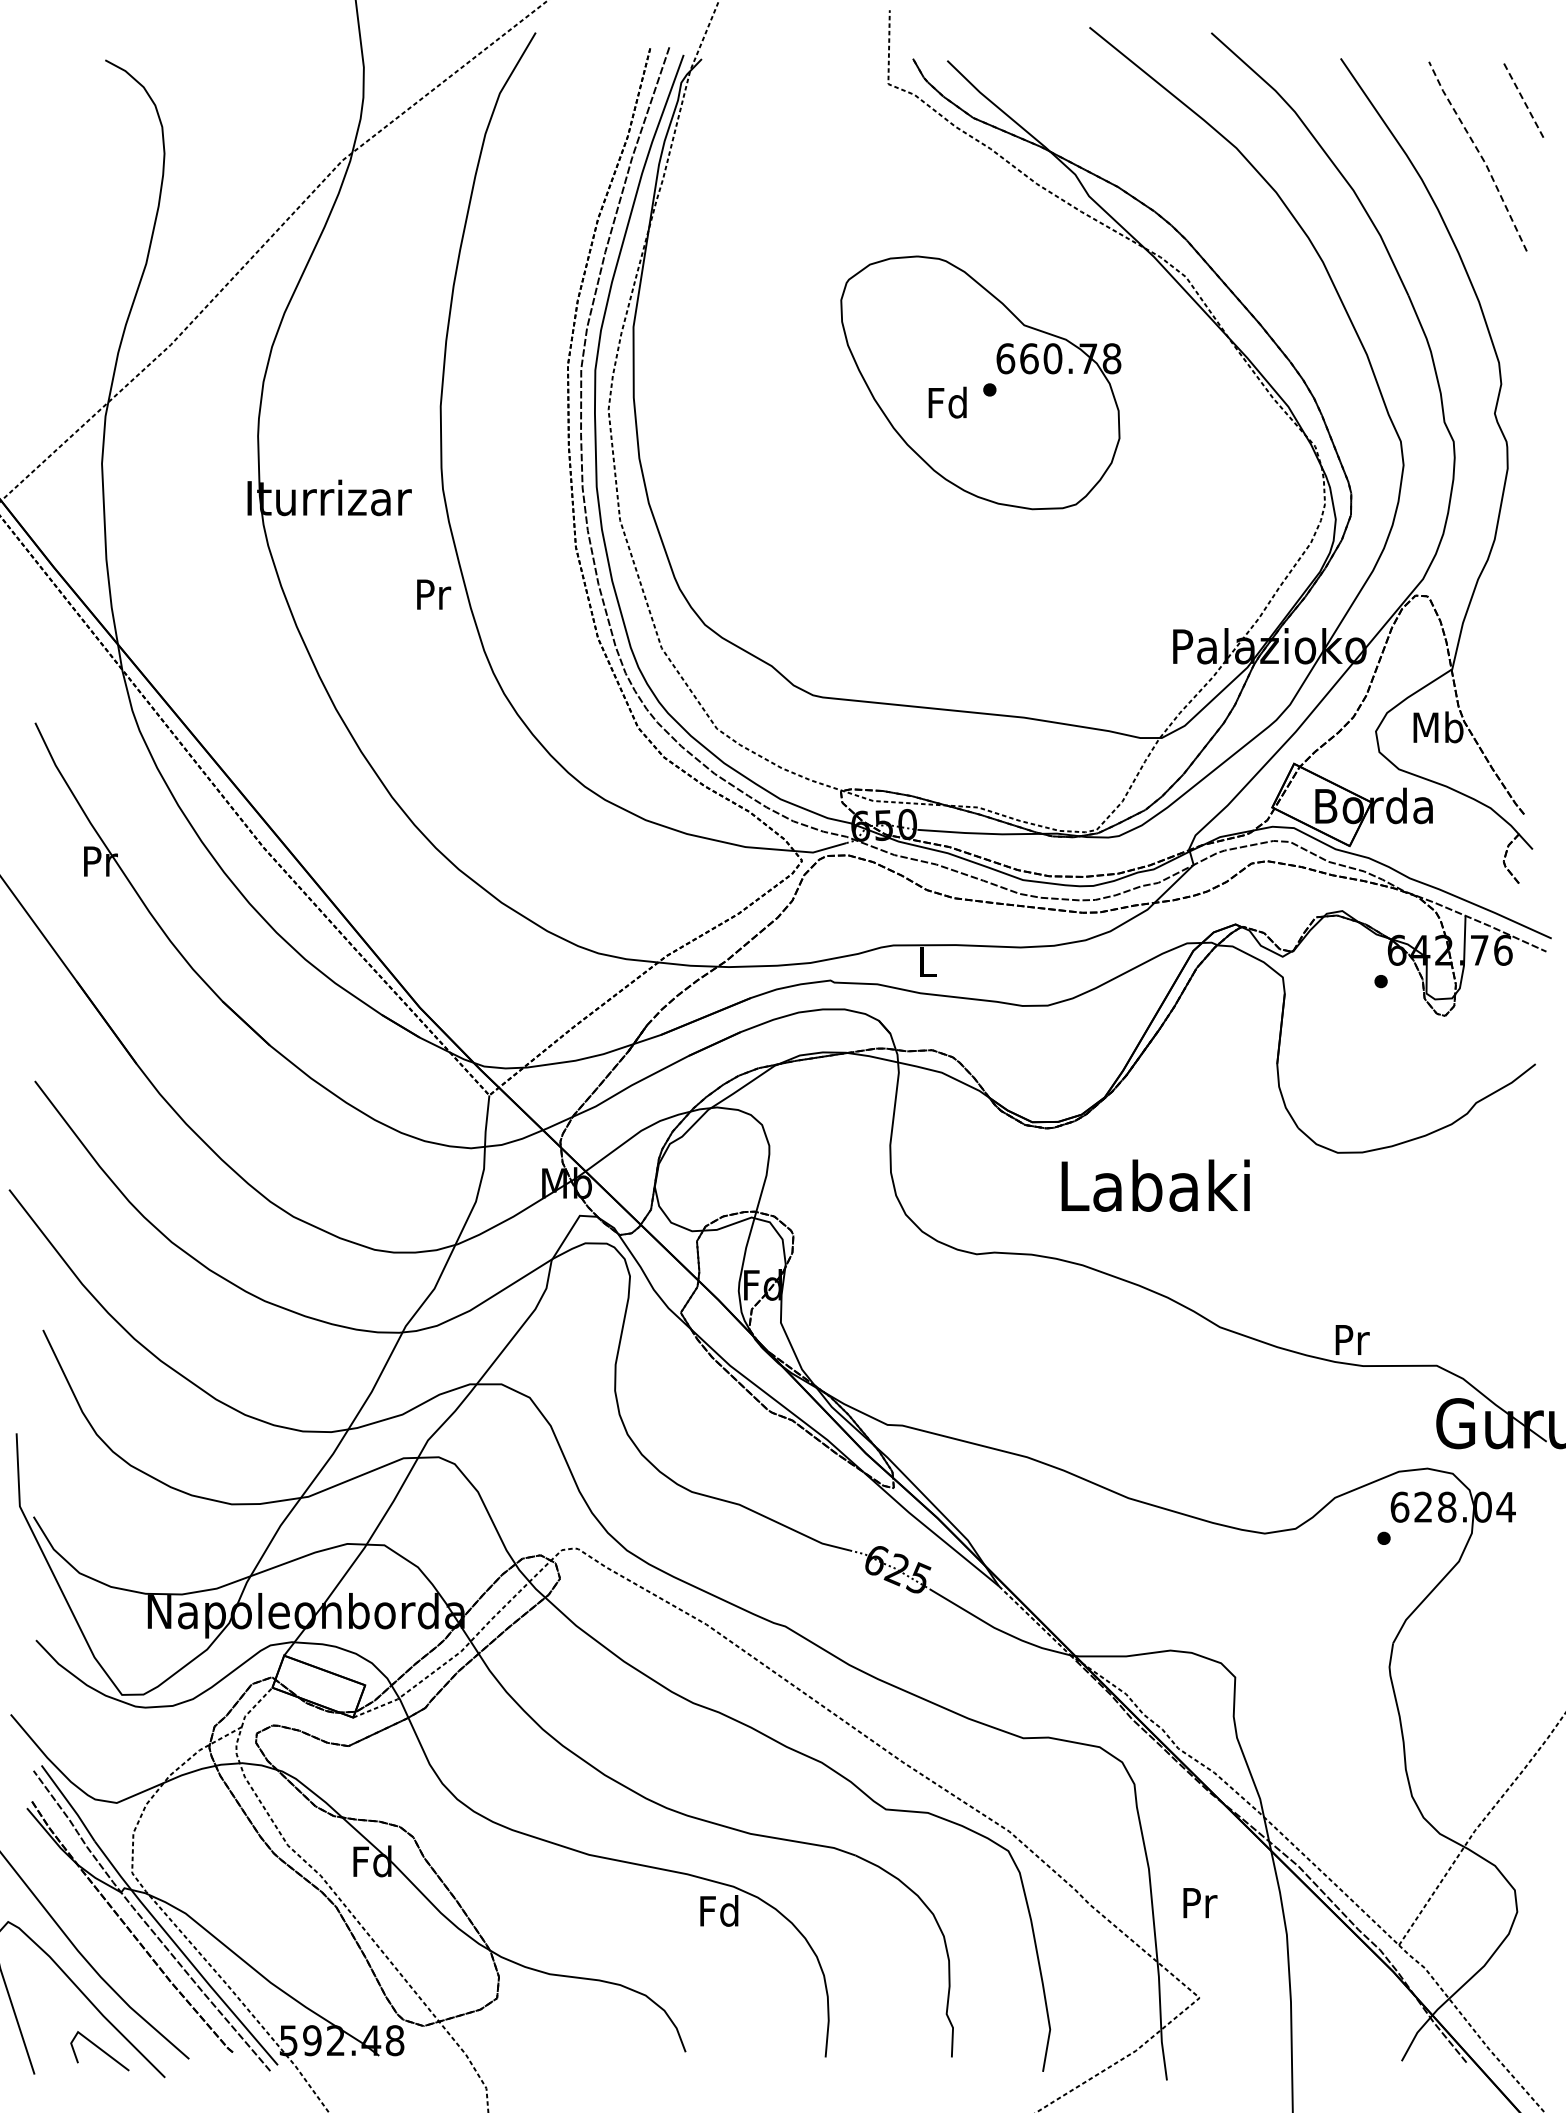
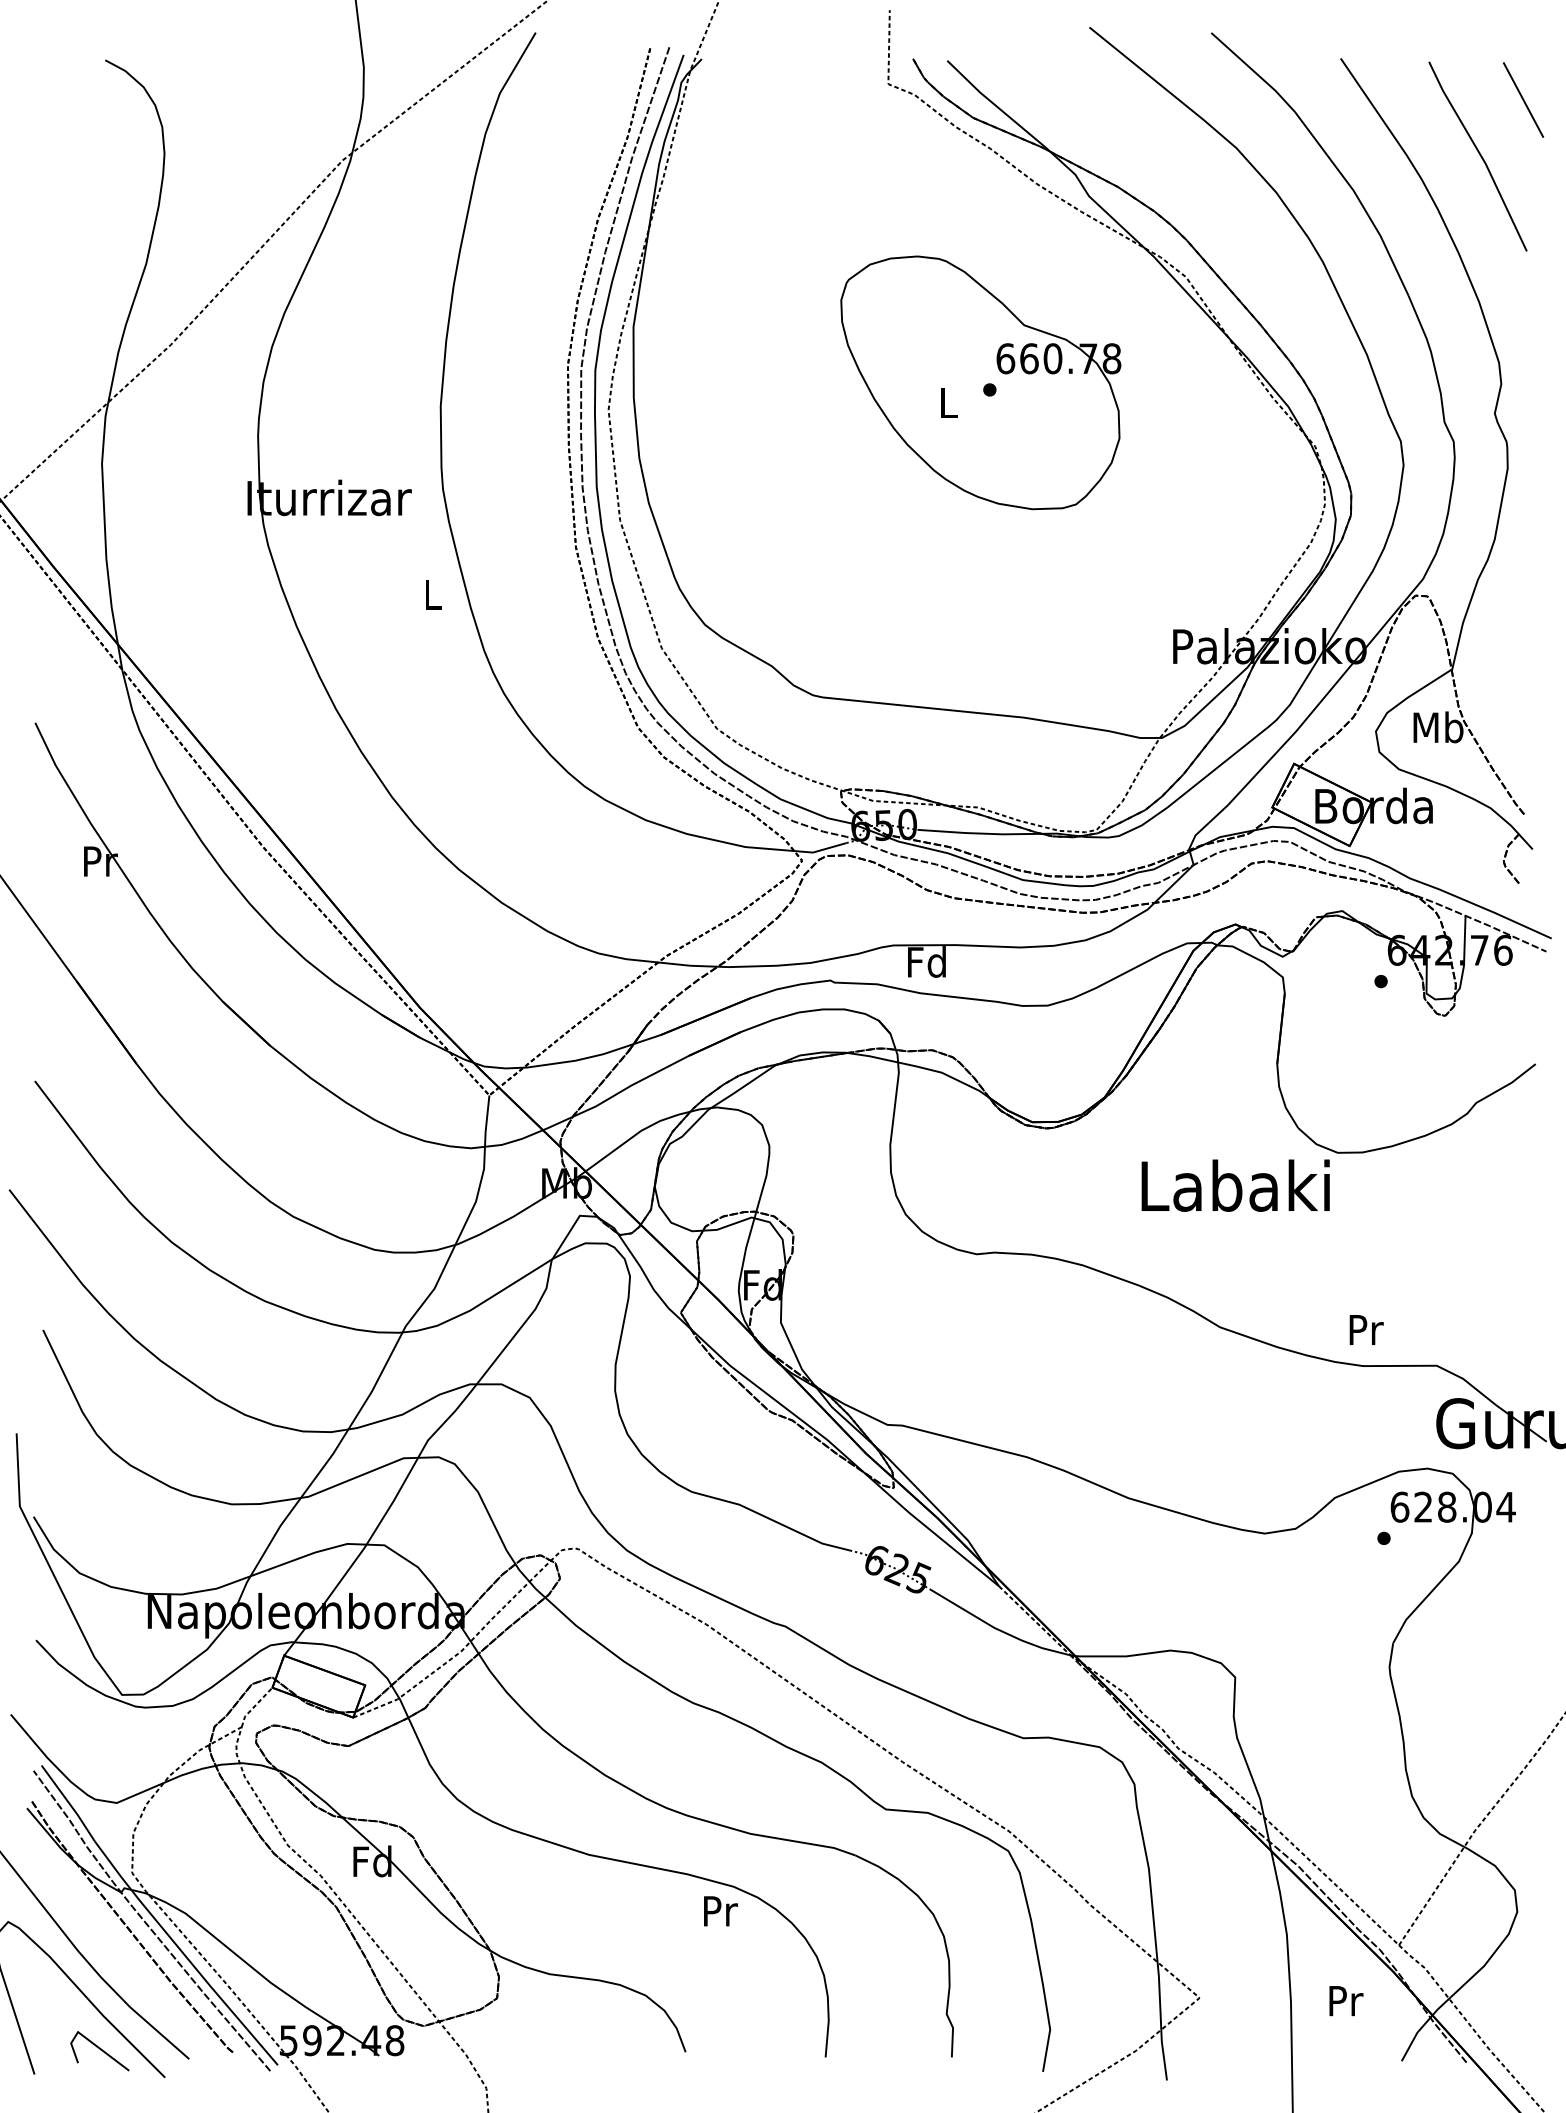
line at (1523, 100): dashed -> solid
line at (1480, 154): dashed -> solid
text at (947, 402): Fd -> L
text at (434, 594): Pr -> L
text at (926, 961): L -> Fd
text at (1155, 1185) position: (1155, 1185) -> (1235, 1185)
text at (1352, 1339) position: (1352, 1339) -> (1366, 1329)
text at (1200, 1903) position: (1200, 1903) -> (1346, 2001)
text at (719, 1910): Fd -> Pr
